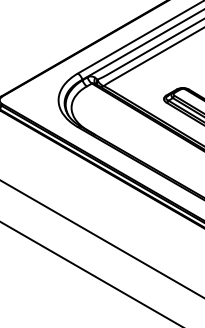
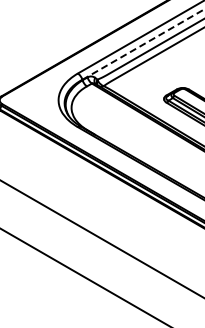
line at (143, 44): solid -> dashed
line at (90, 273) position: (90, 273) -> (84, 276)
